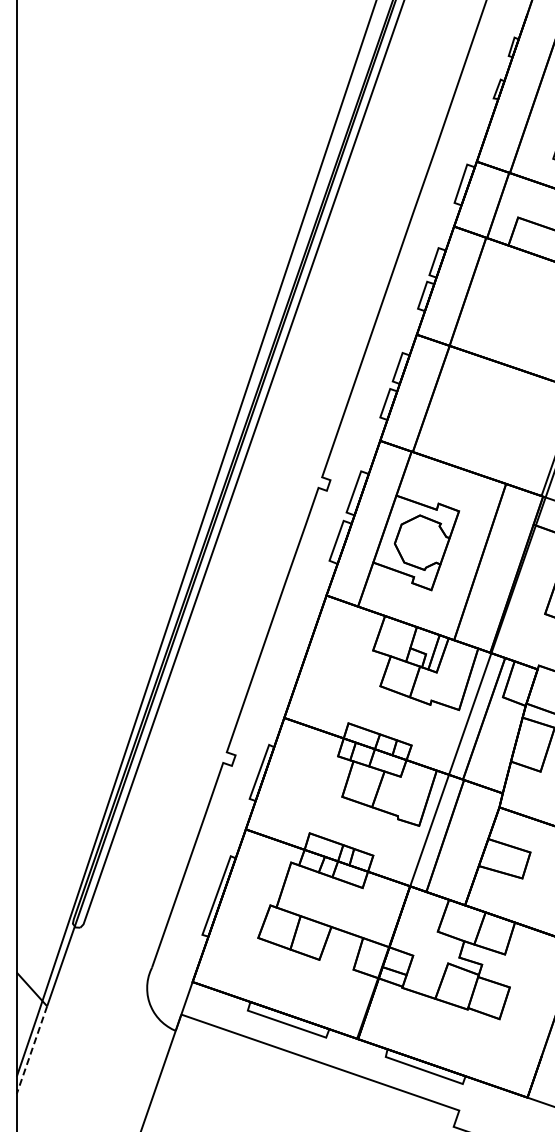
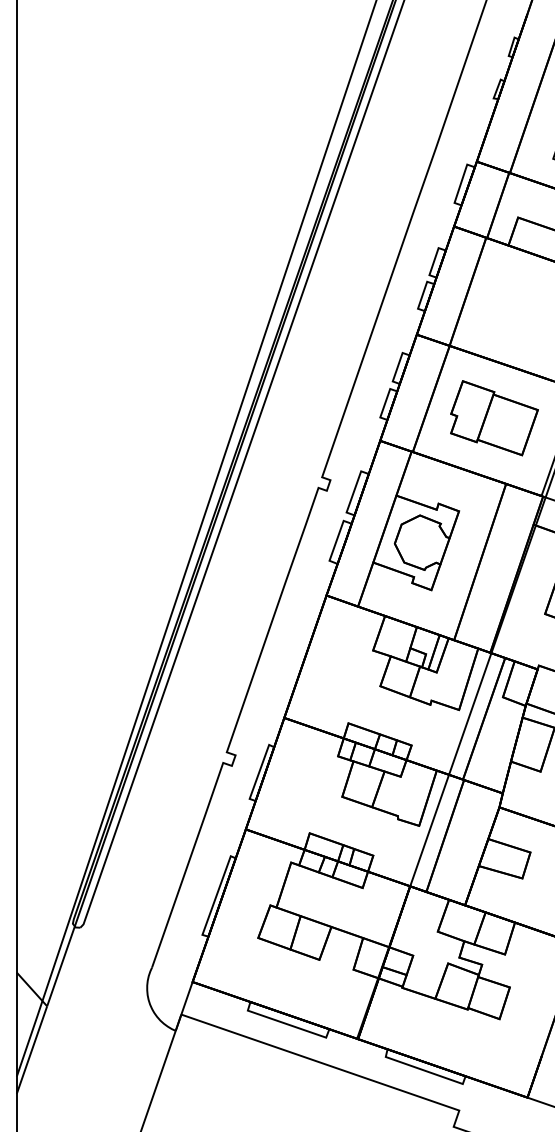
part at (494, 418): none -> present
line at (31, 1050): dashed -> solid
